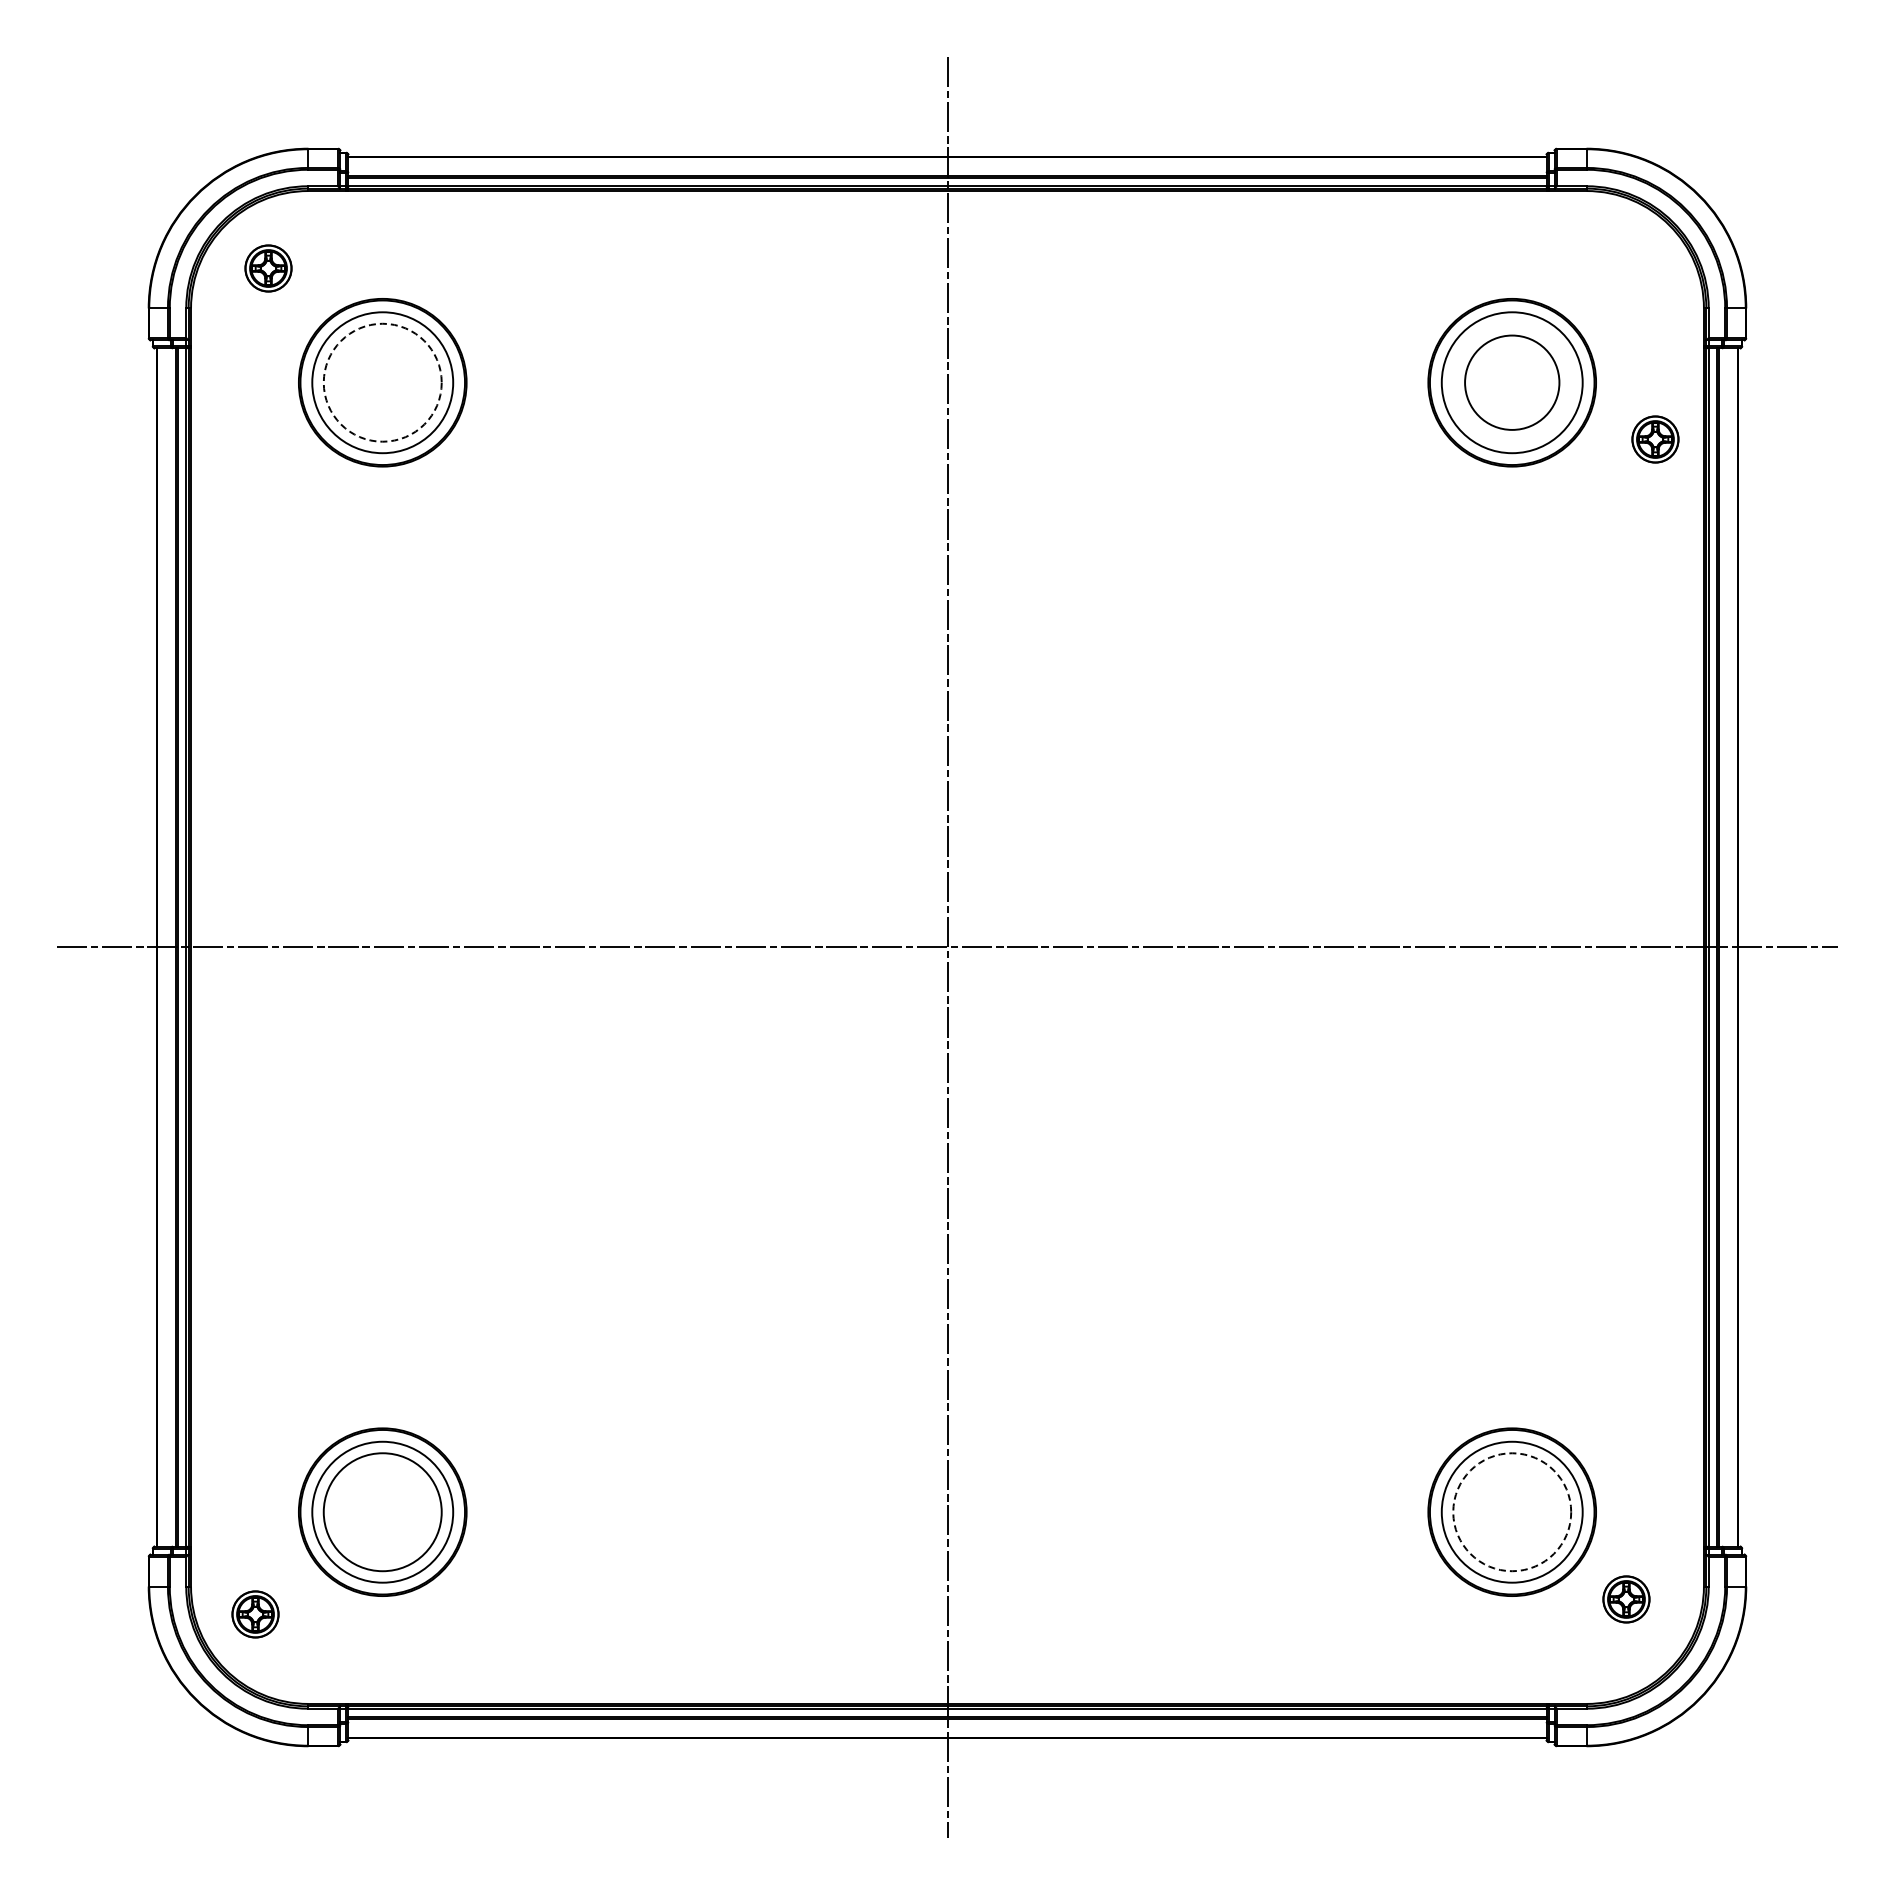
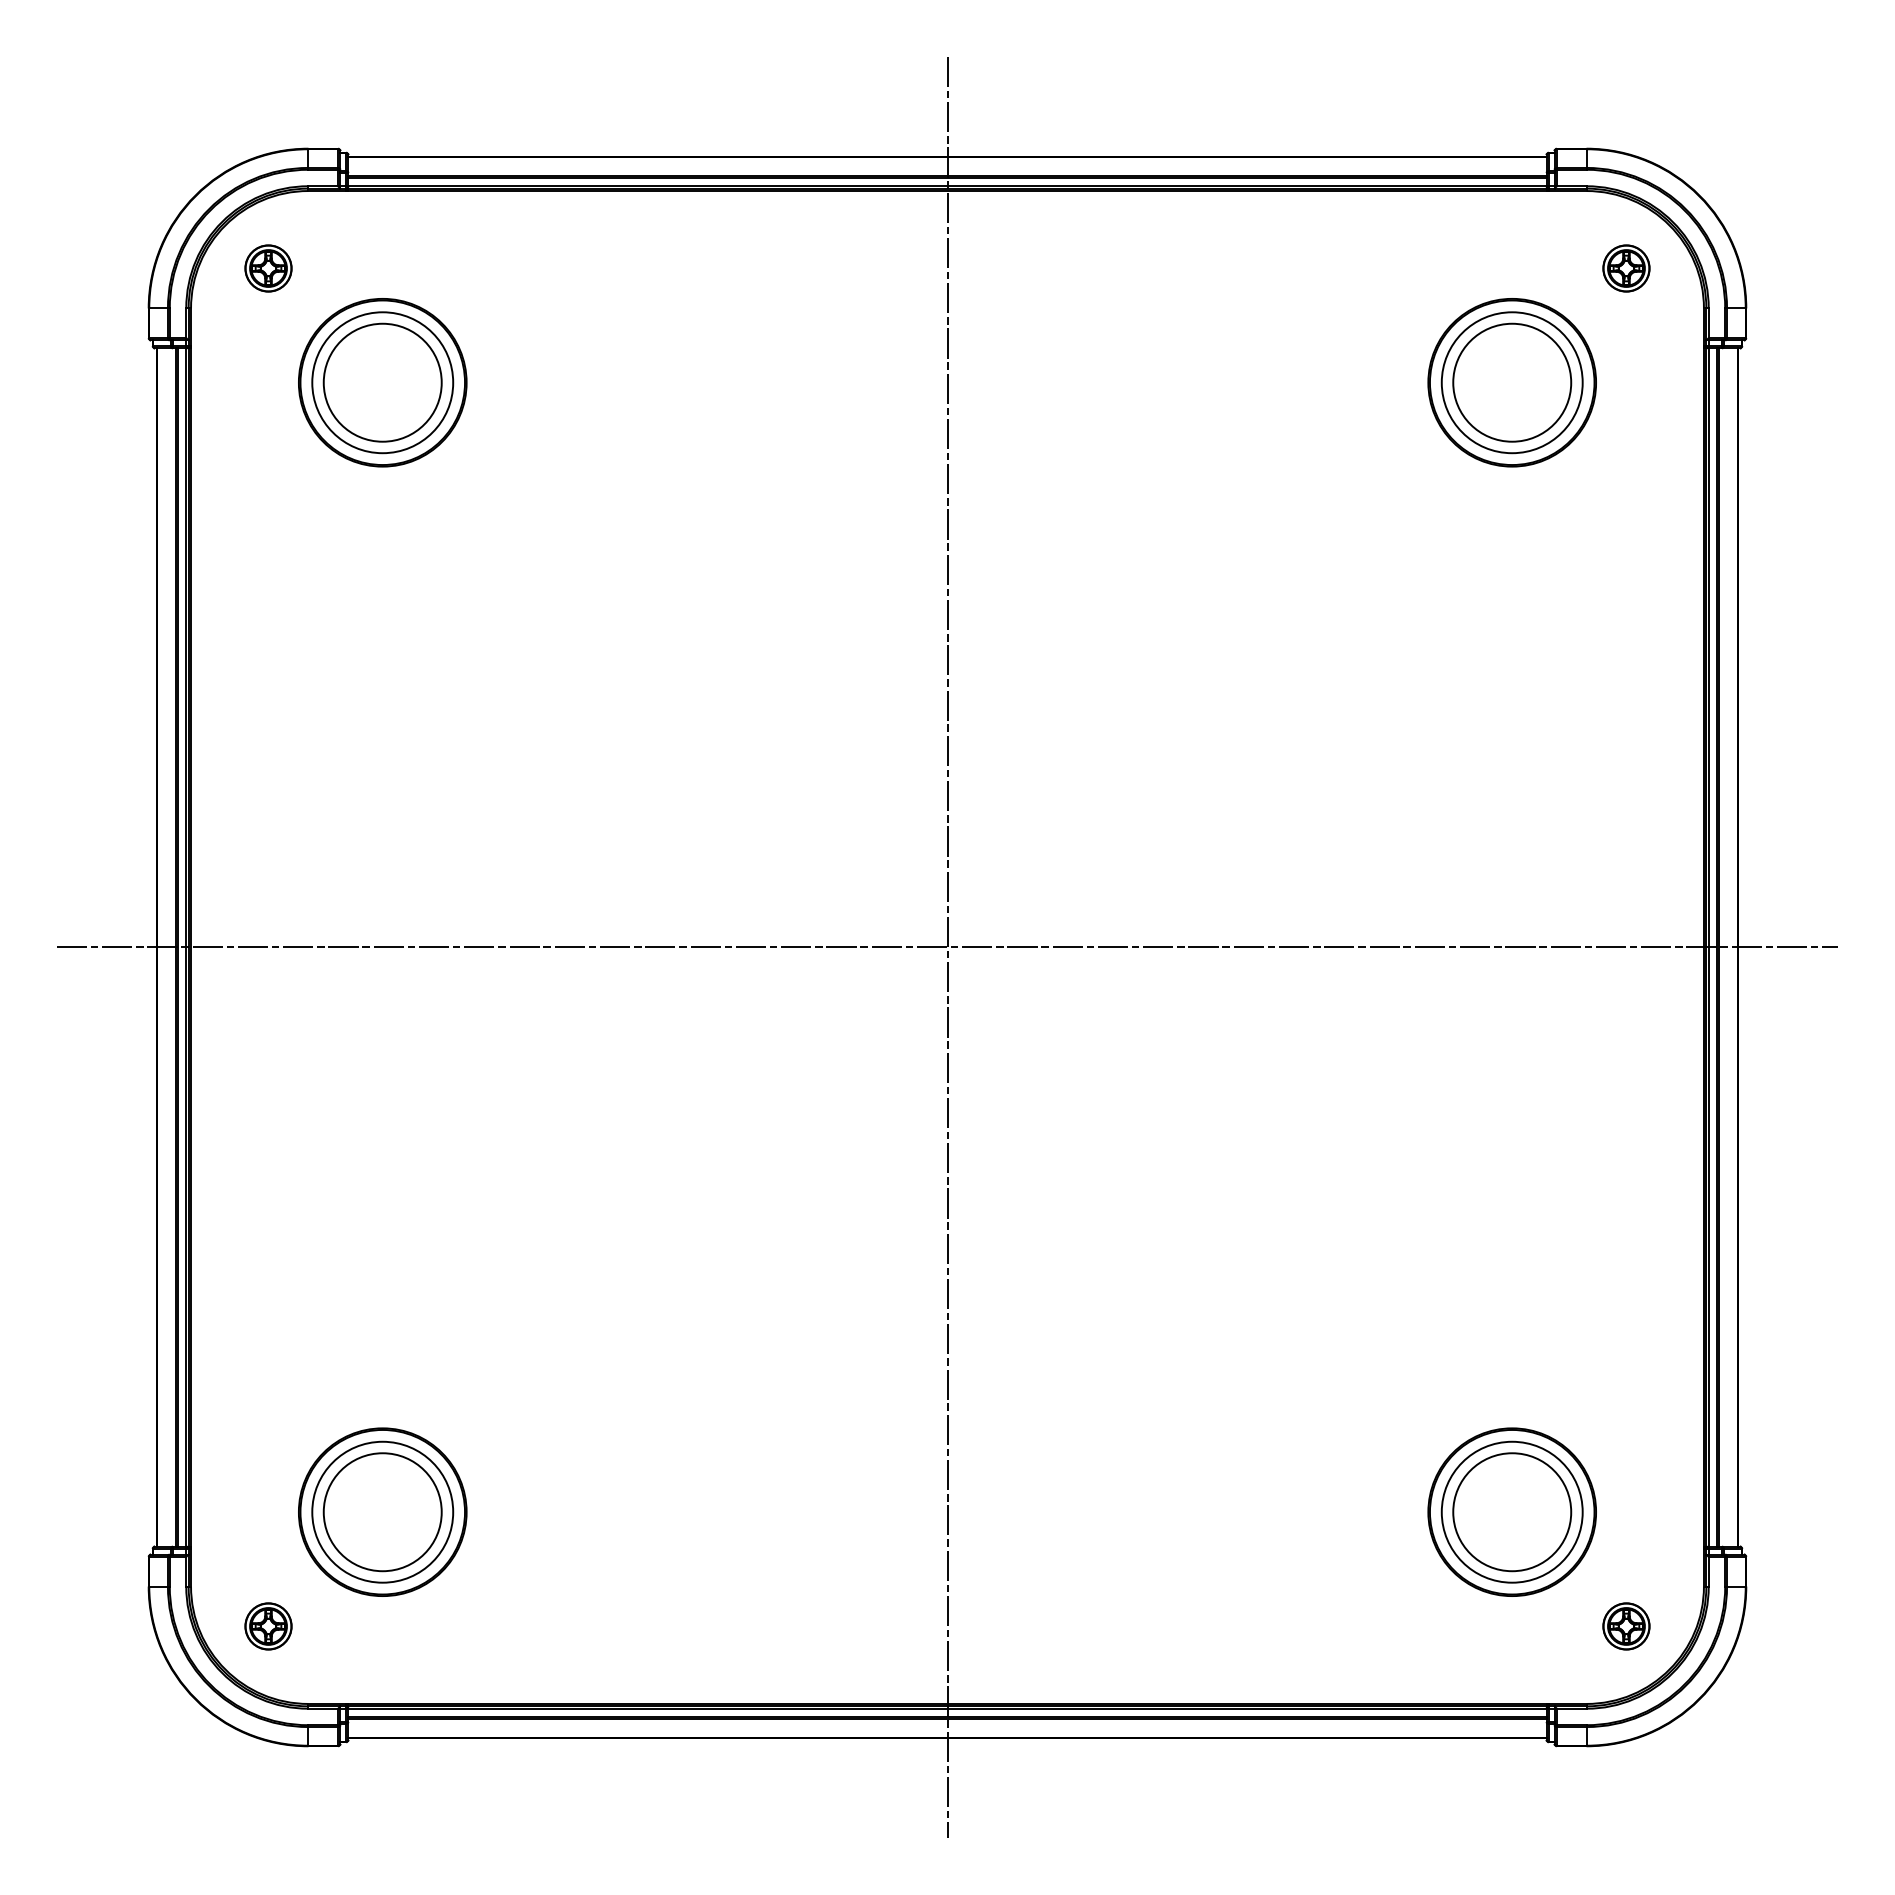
circle at (382, 382): dashed -> solid
circle at (1512, 382) diameter: 94 px -> 118 px
part at (1655, 439) position: (1655, 439) -> (1626, 268)
circle at (1512, 1512): dashed -> solid
part at (1626, 1599) position: (1626, 1599) -> (1626, 1626)
part at (255, 1614) position: (255, 1614) -> (268, 1626)
